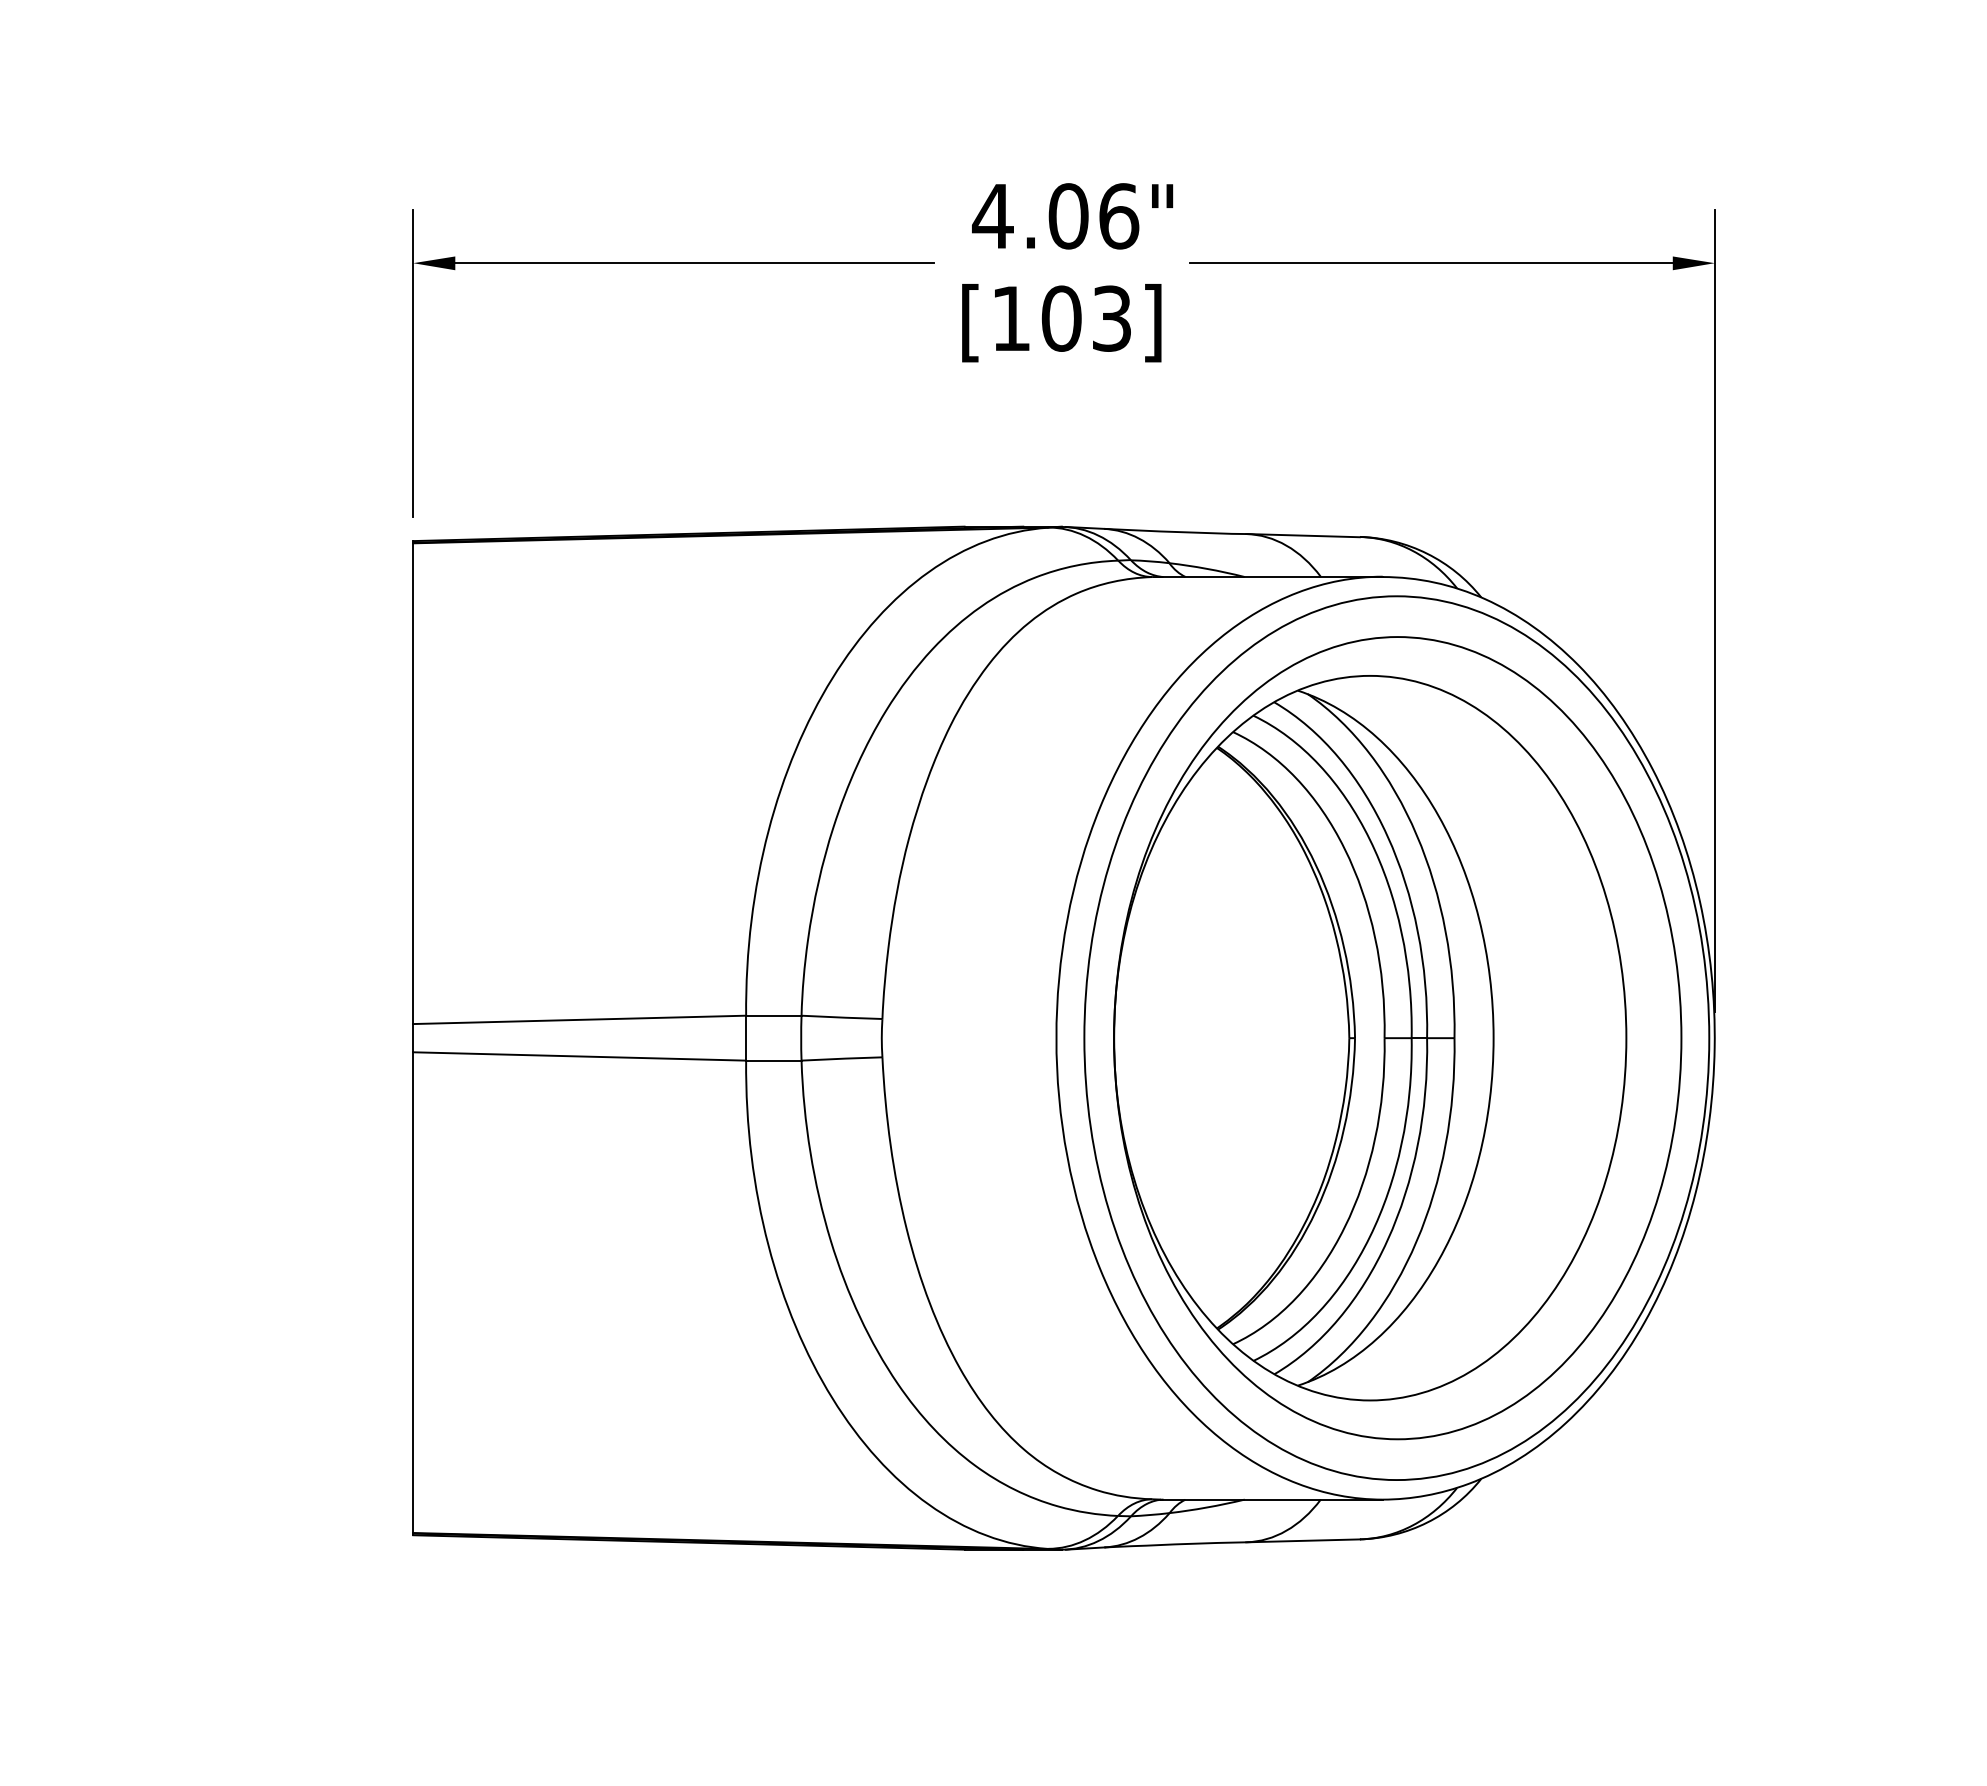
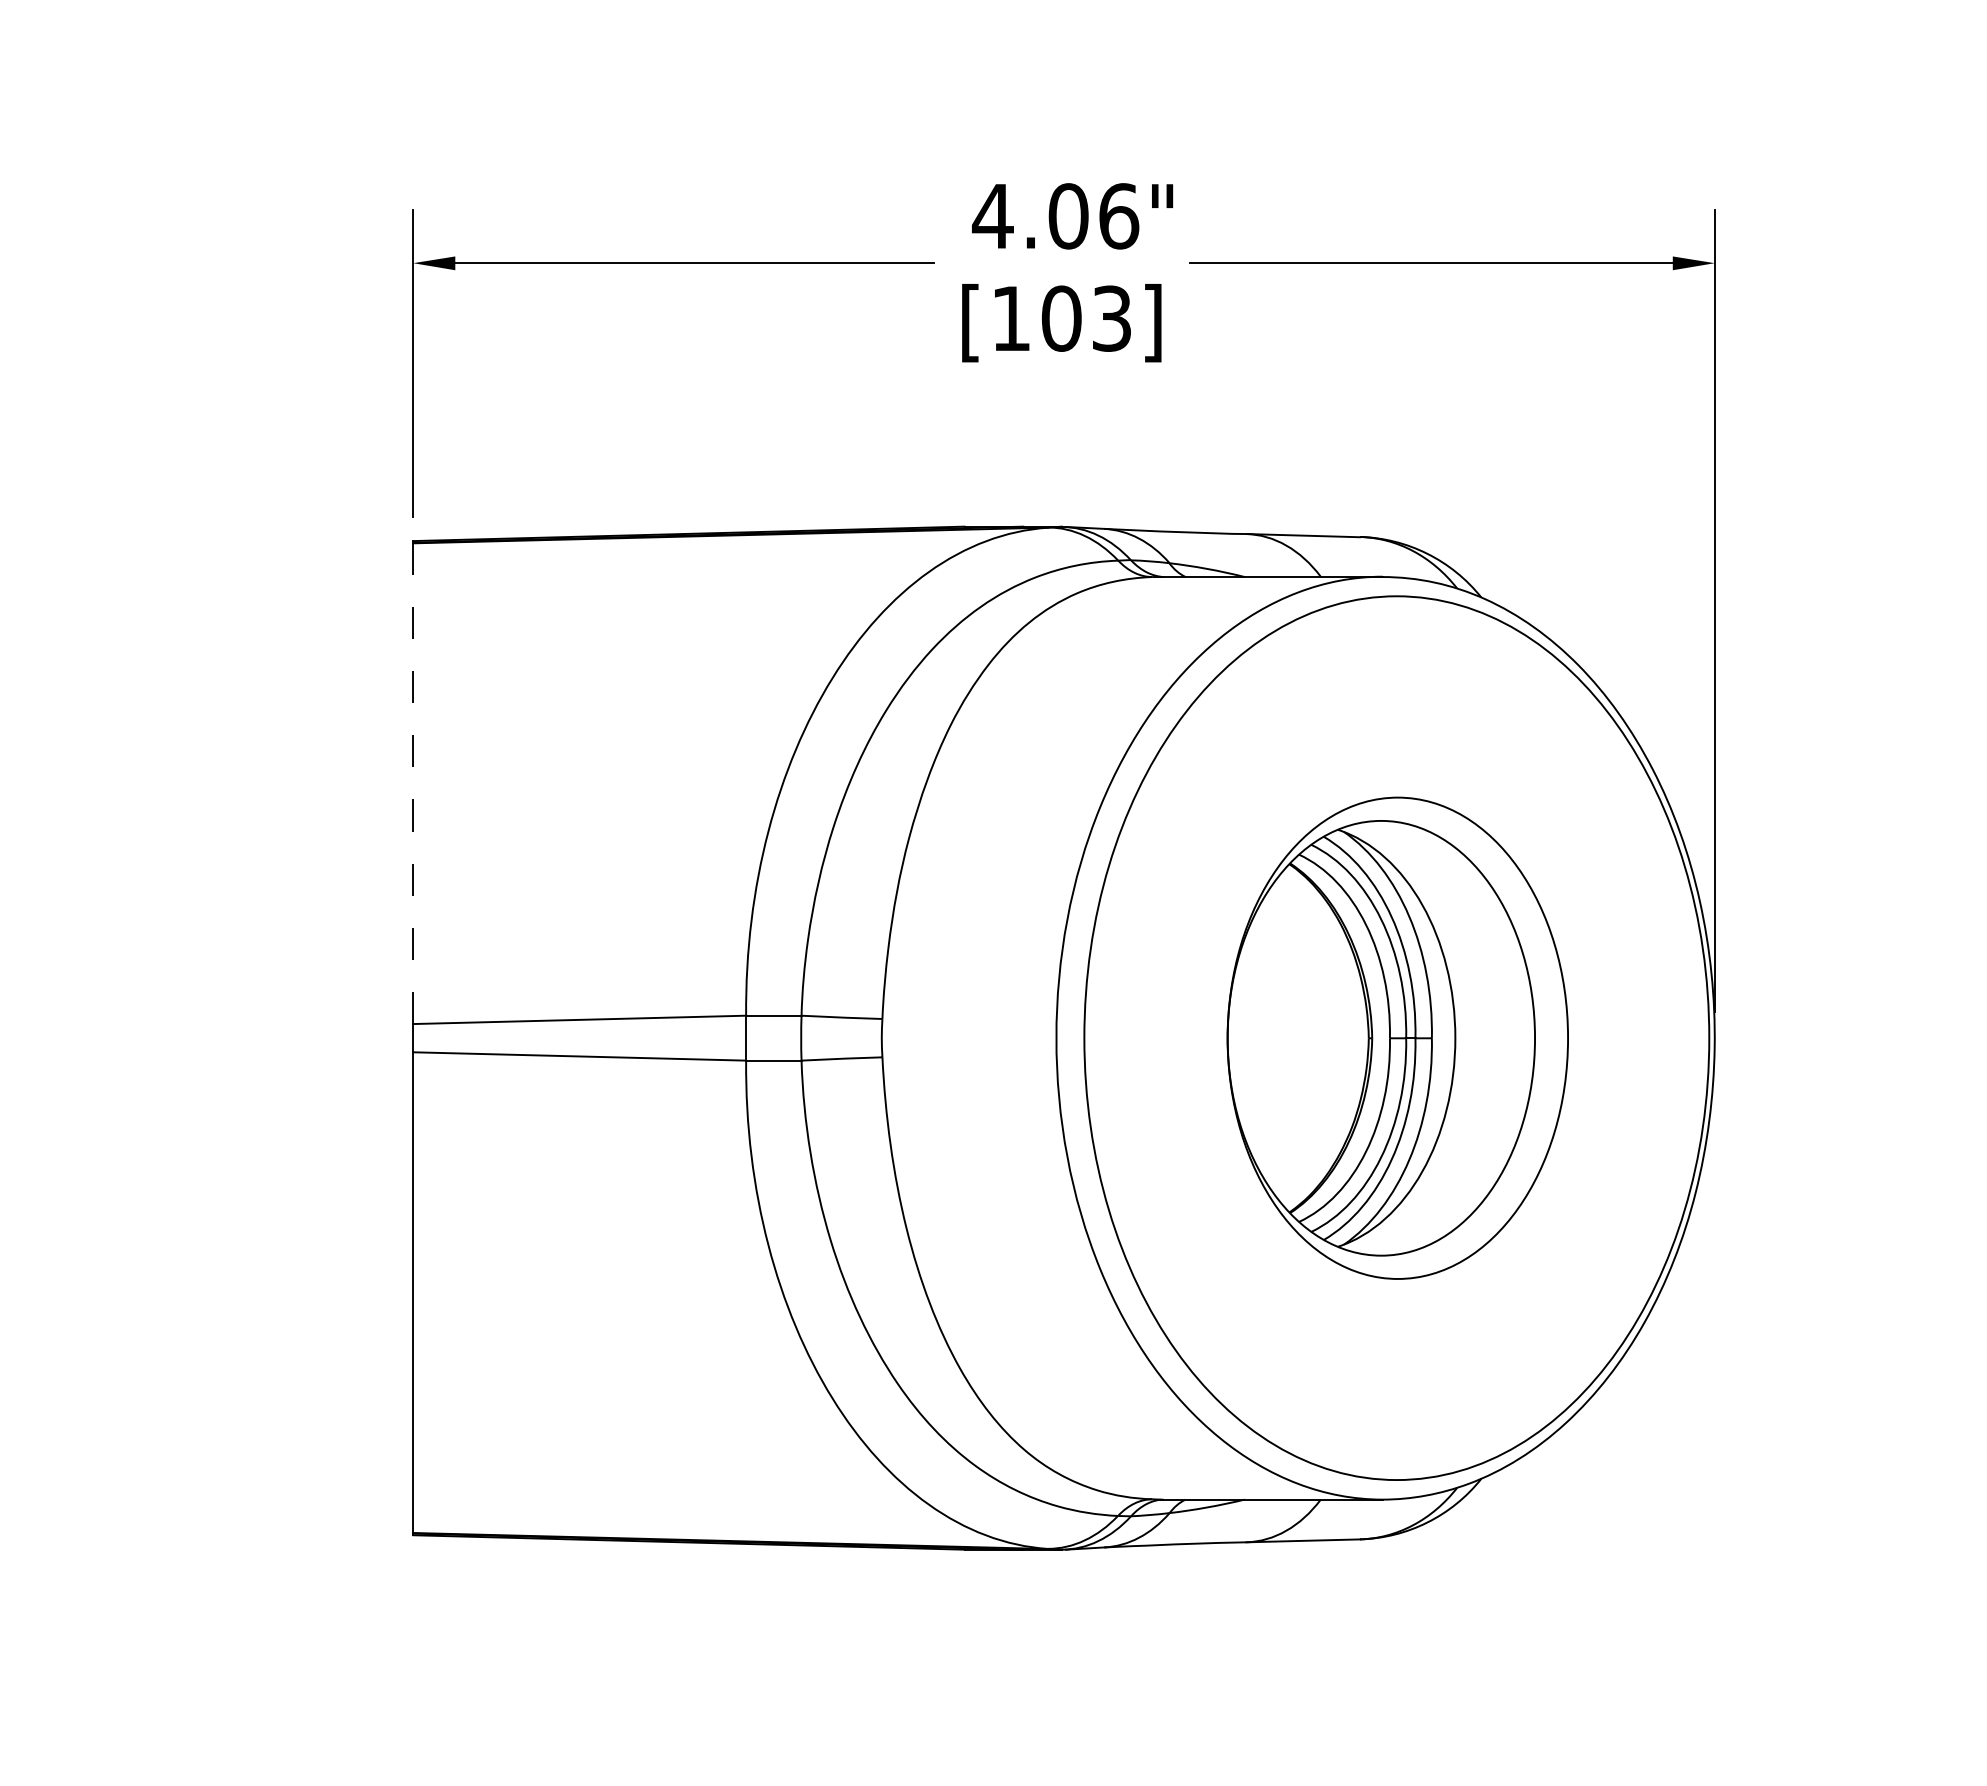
line at (413, 783): solid -> dashed
part at (1397, 1038) size: 570x805 px -> 343x484 px
